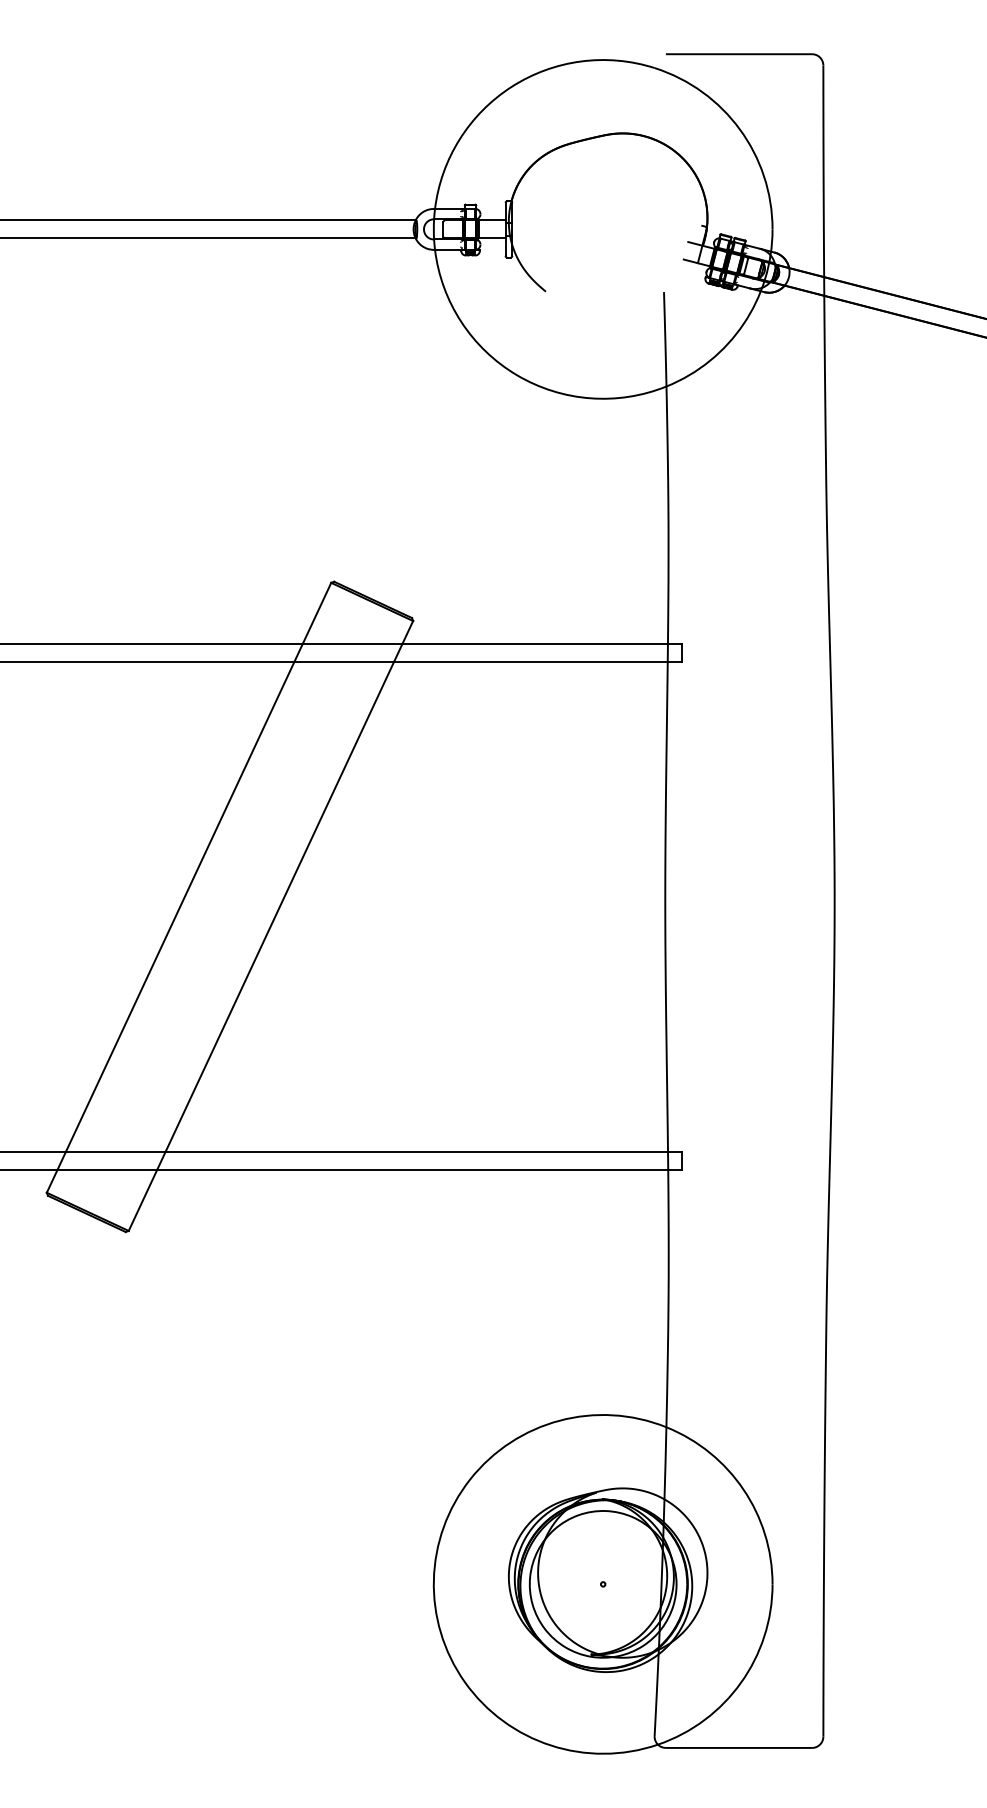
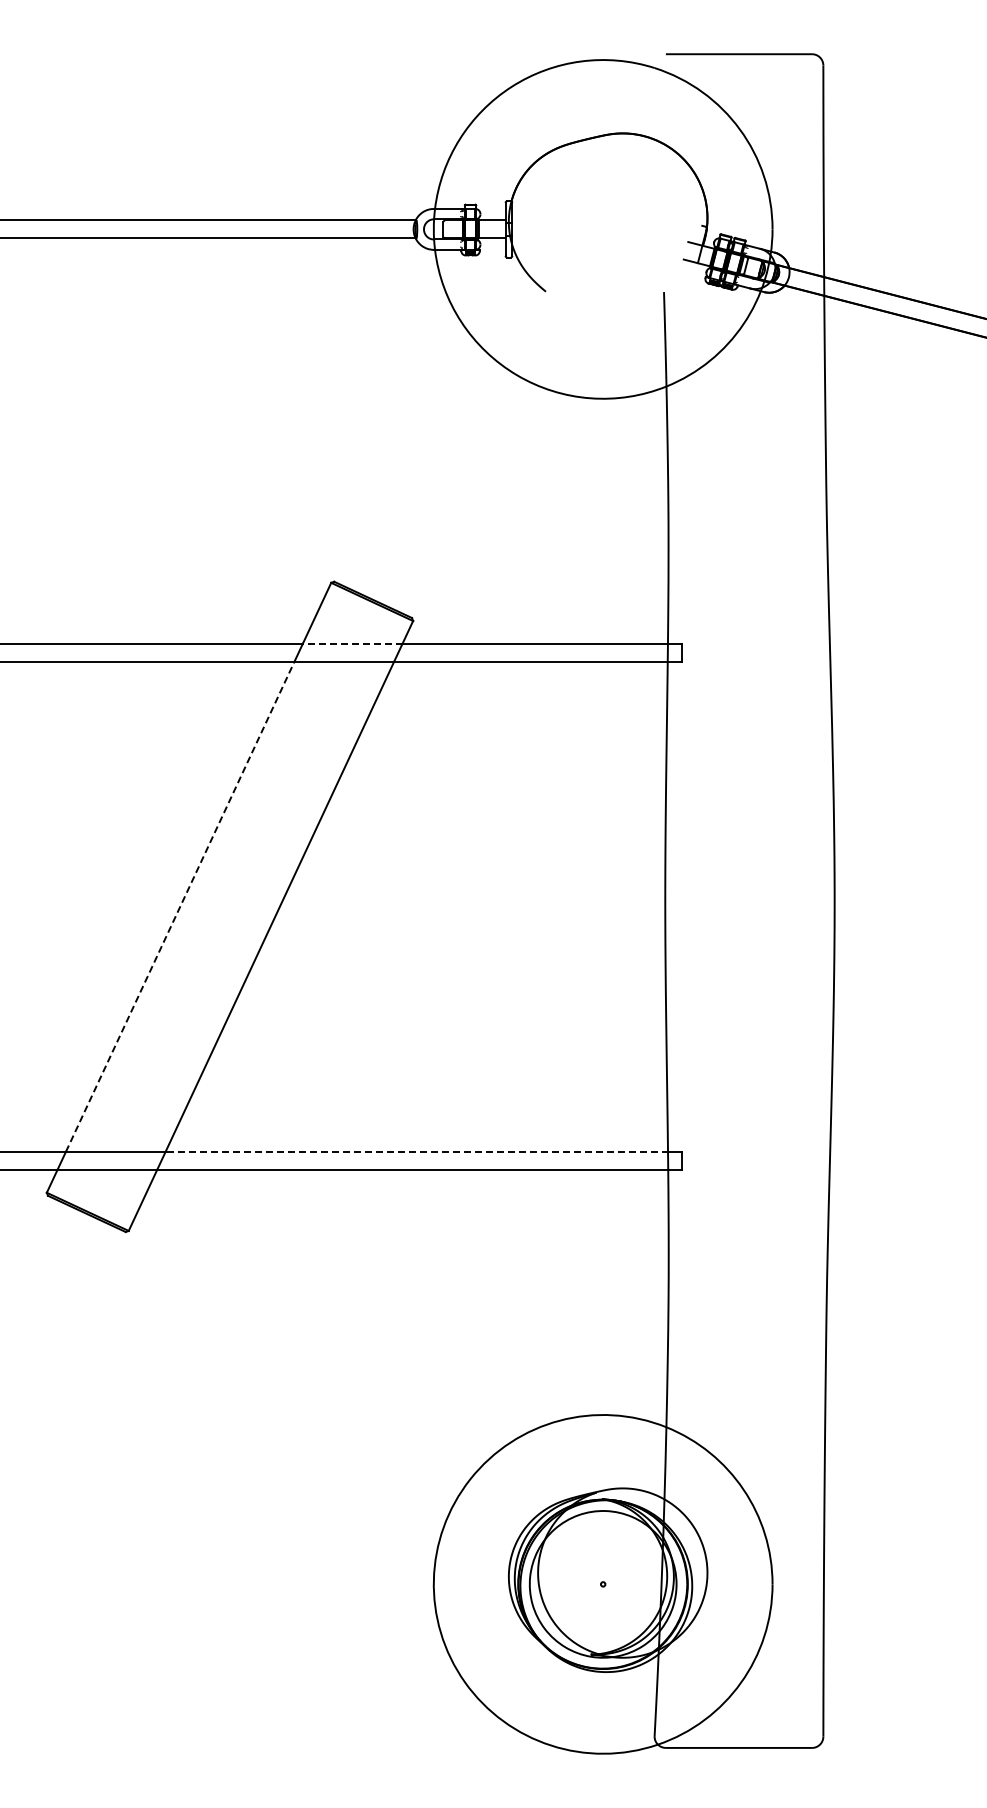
line at (352, 643): solid -> dashed
line at (180, 906): solid -> dashed
line at (417, 1151): solid -> dashed
